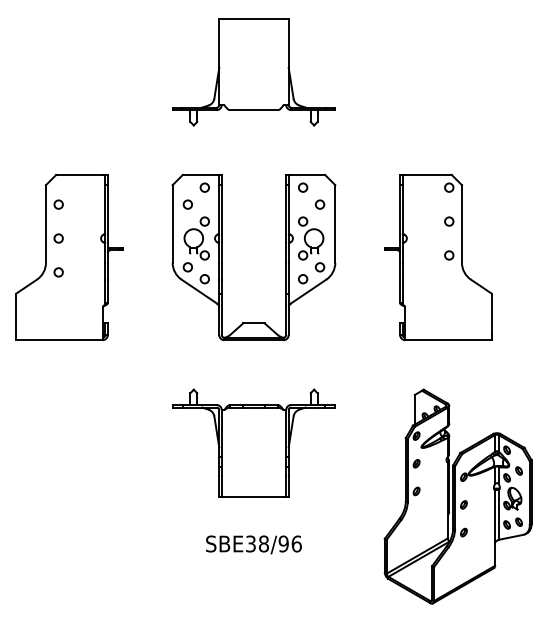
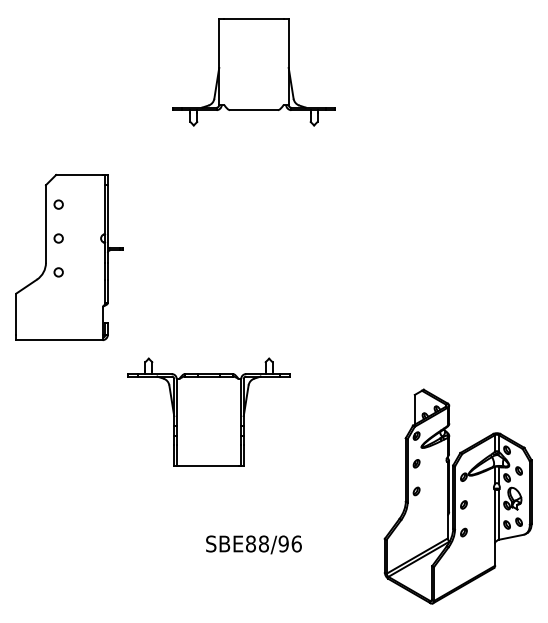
part at (222, 257): present -> none
part at (438, 257): present -> none
part at (253, 442) position: (253, 442) -> (208, 411)
text at (250, 543): SBE38/96 -> SBE88/96
